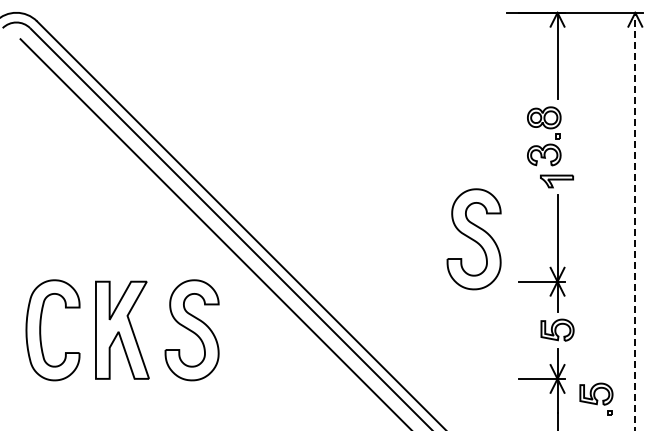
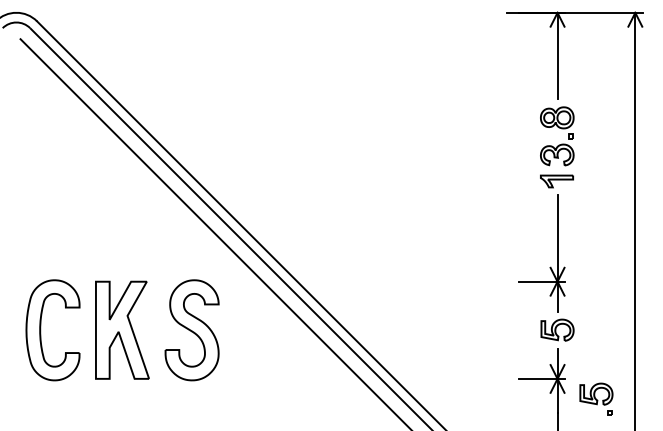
part at (548, 129) position: (548, 129) -> (561, 129)
line at (635, 221): dashed -> solid
part at (473, 239): present -> none
